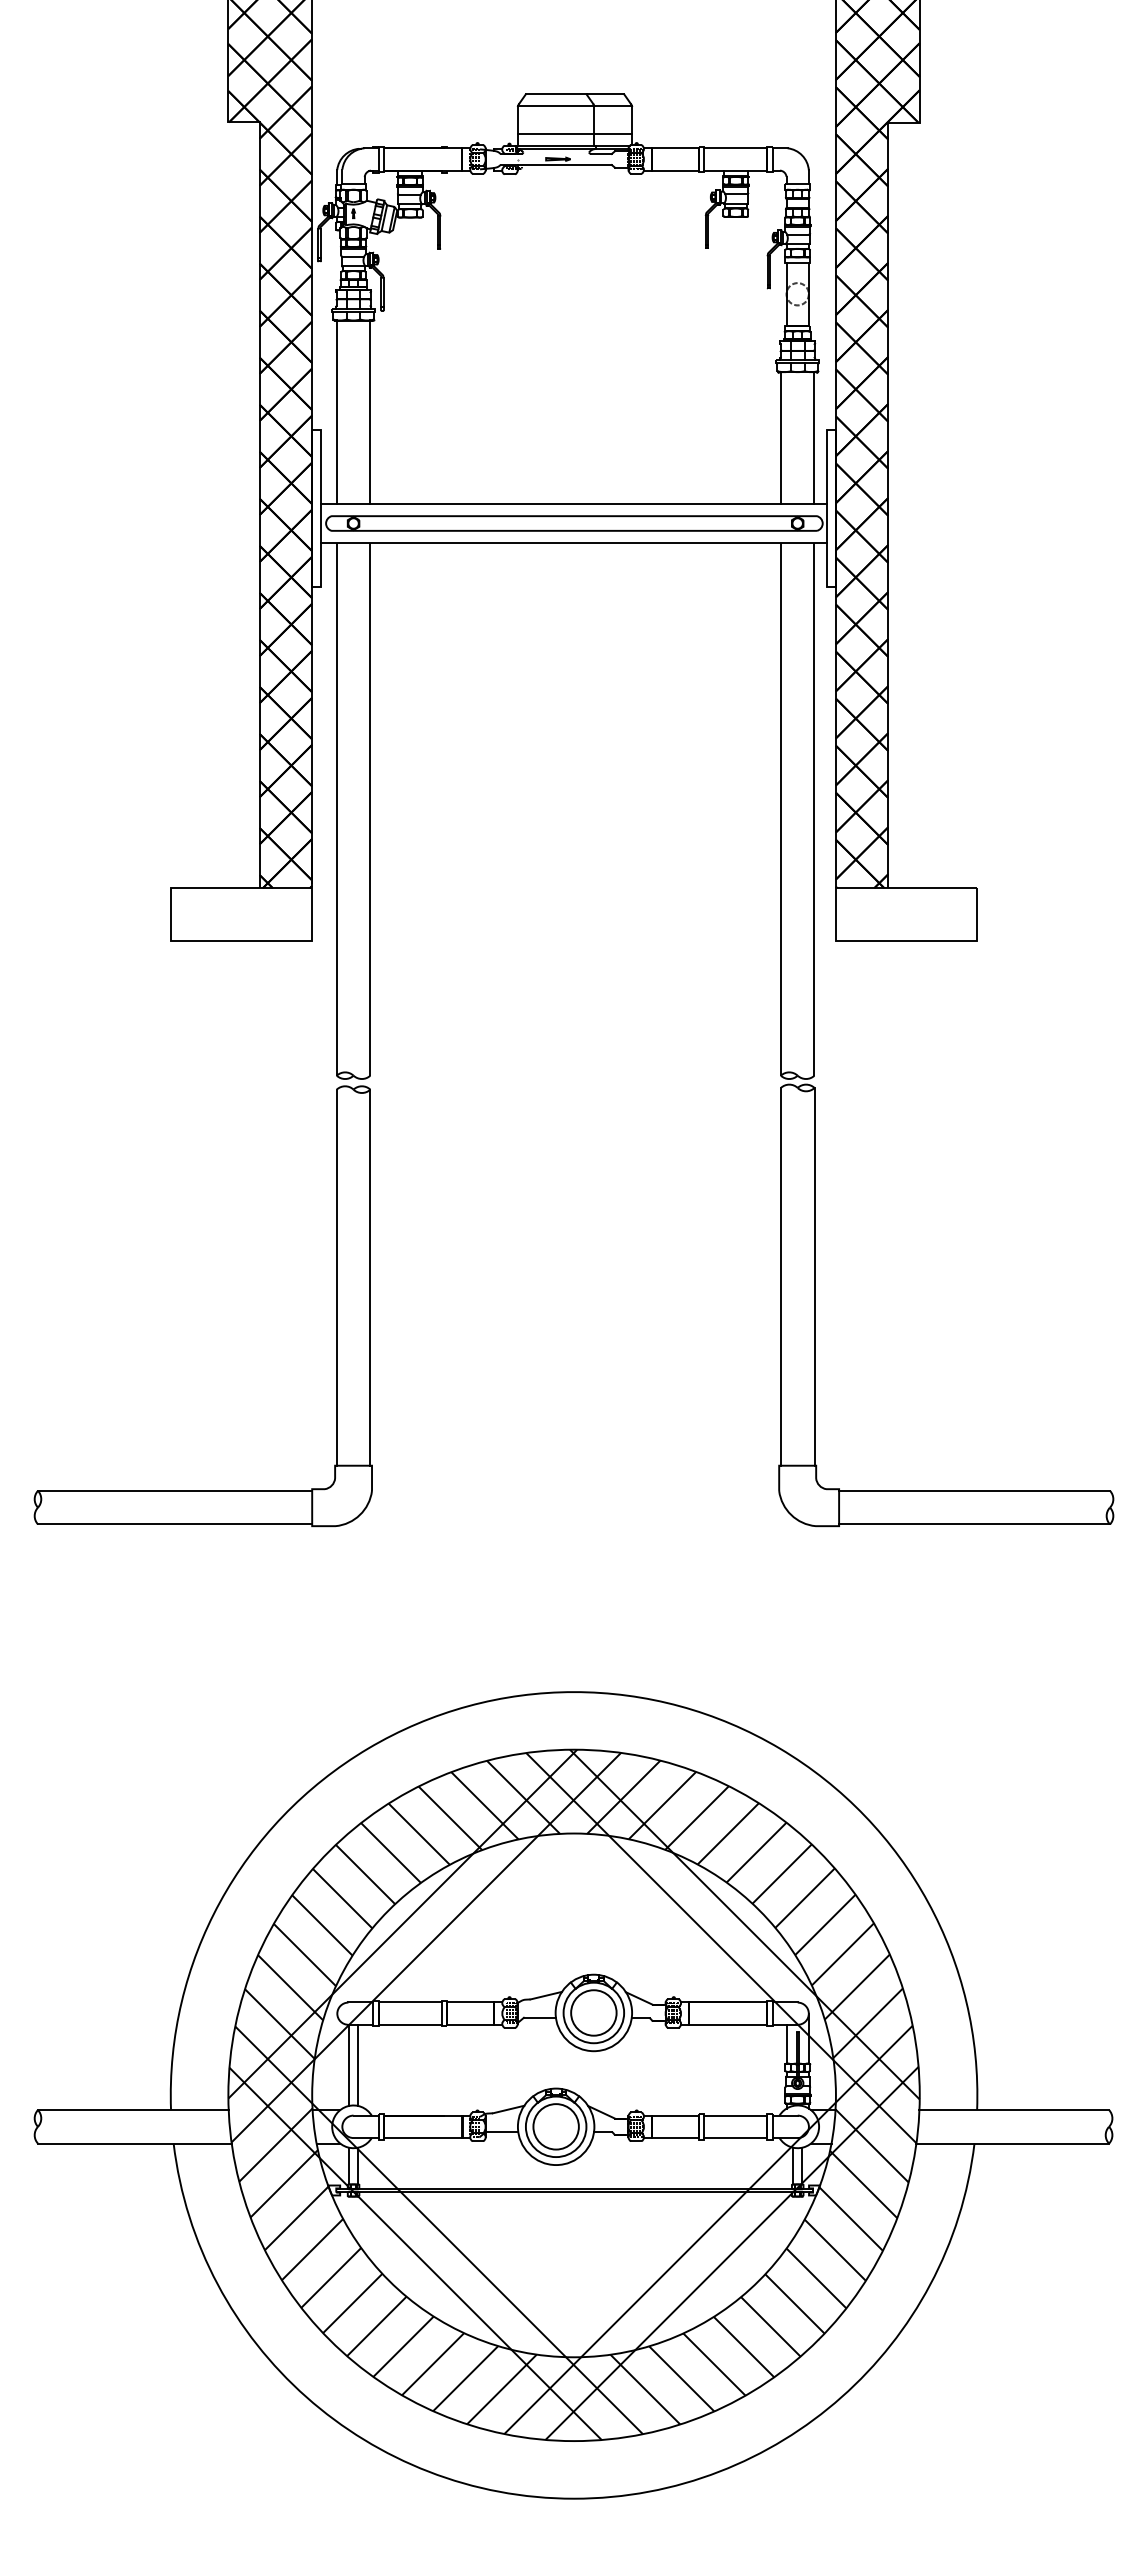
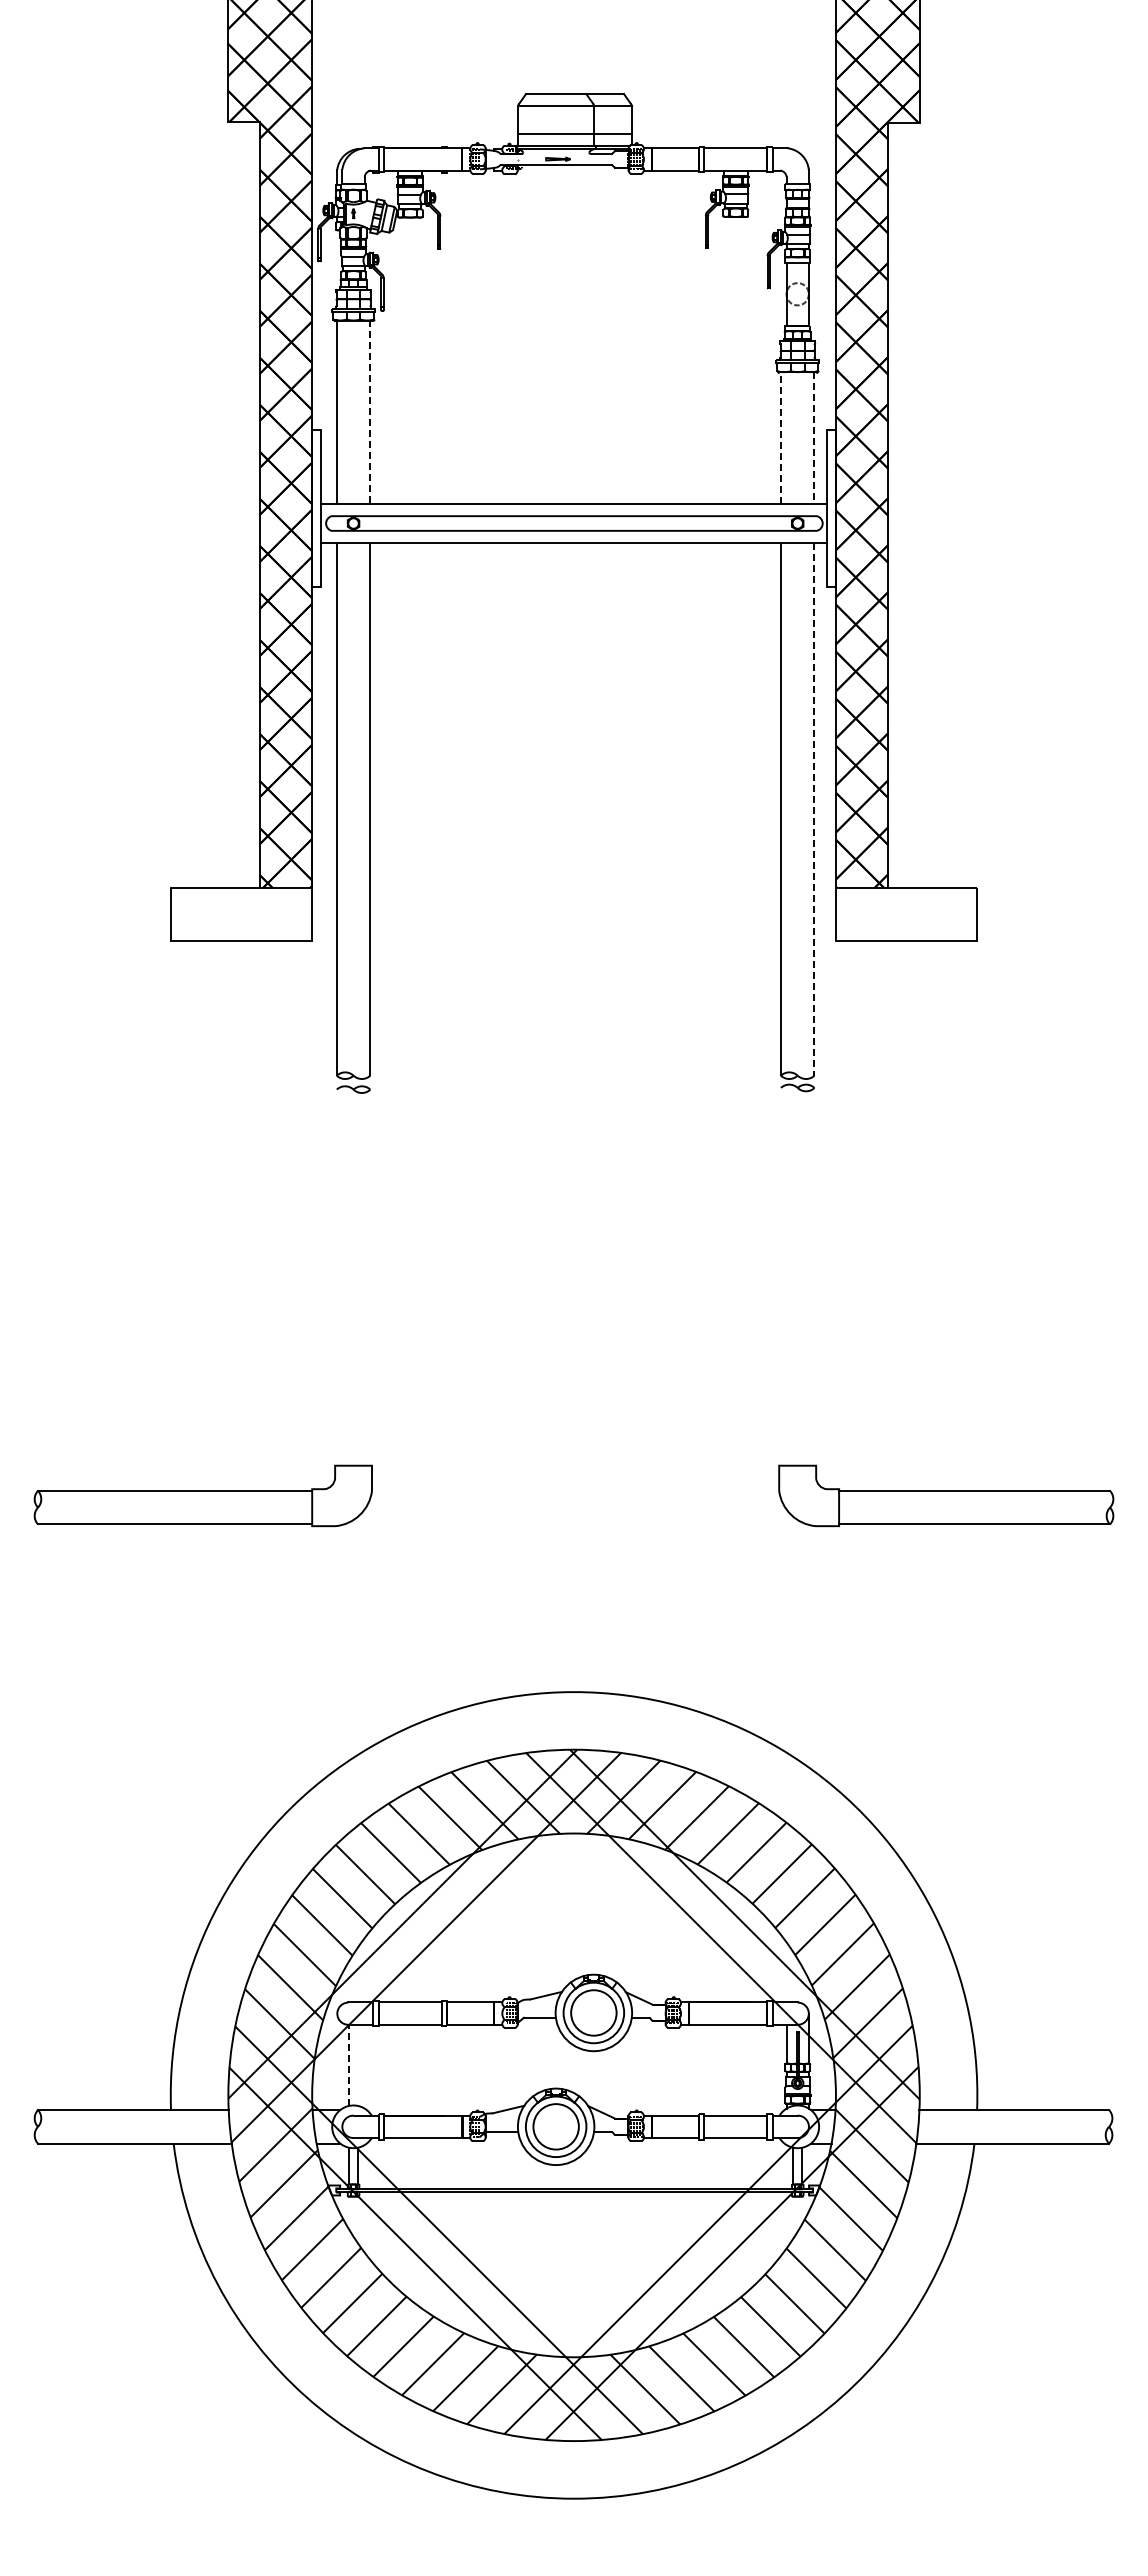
line at (370, 412): solid -> dashed
line at (780, 437): solid -> dashed
line at (814, 438): solid -> dashed
line at (814, 809): solid -> dashed
line at (780, 1276): present -> none
line at (814, 1276): present -> none
line at (336, 1277): present -> none
line at (370, 1277): present -> none
line at (358, 2064): present -> none
line at (348, 2065): solid -> dashed
